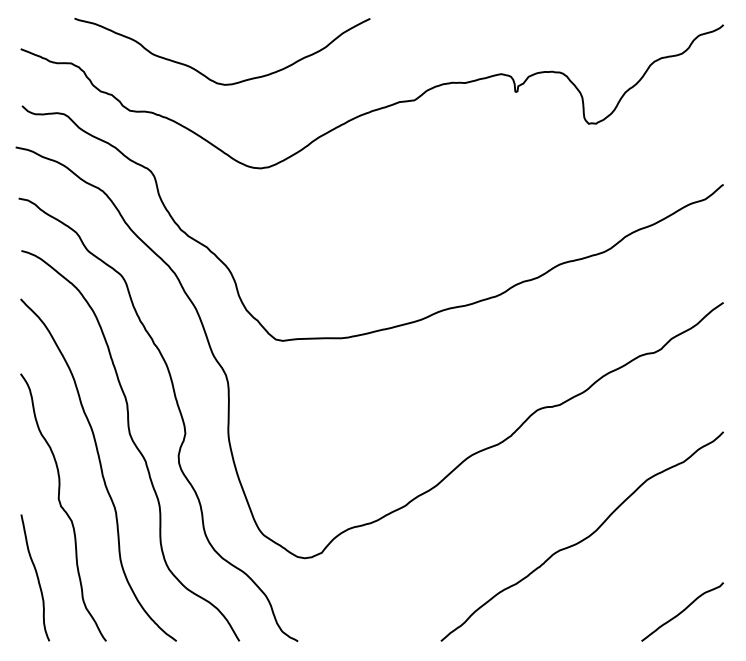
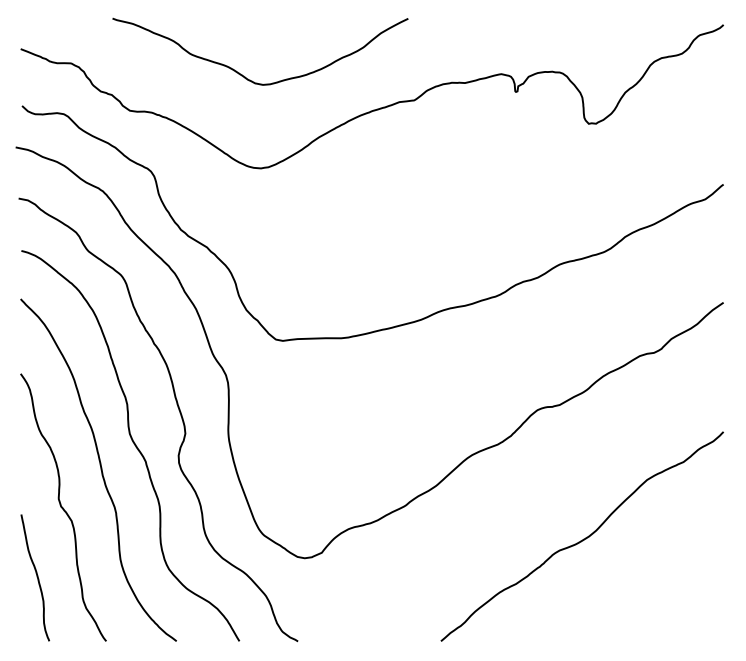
curve at (207, 76) position: (207, 76) -> (245, 76)
curve at (682, 611): present -> none
